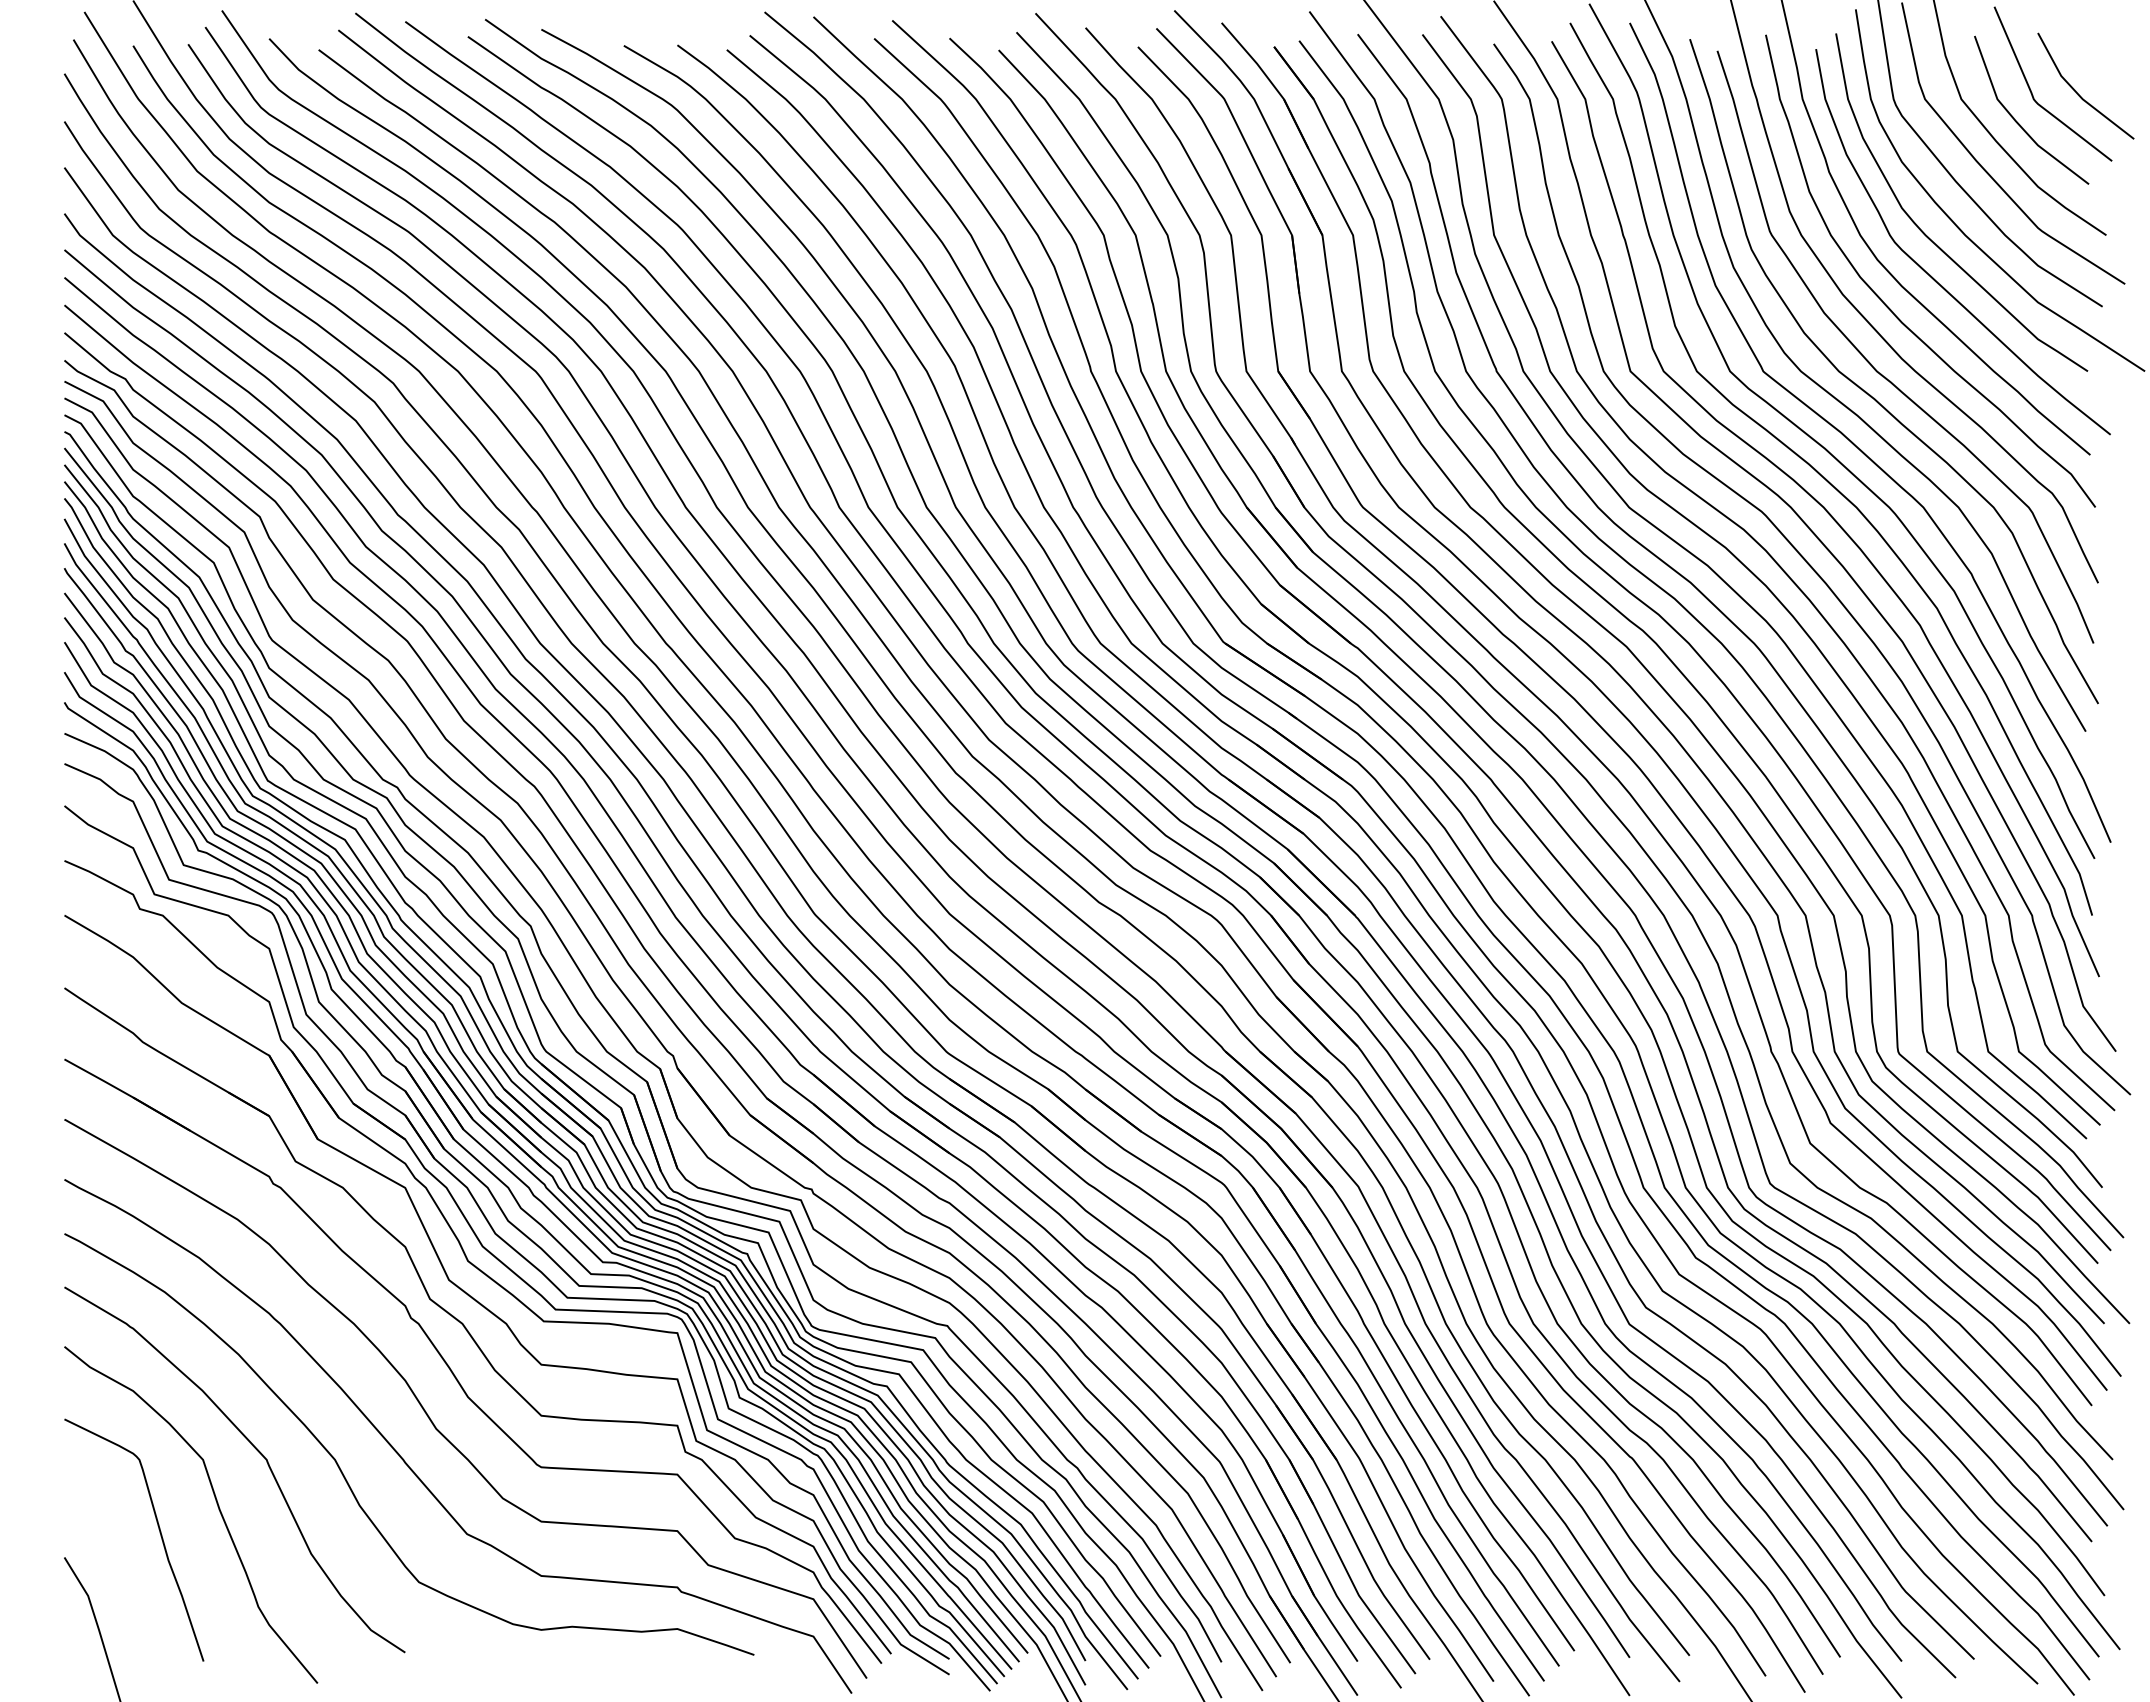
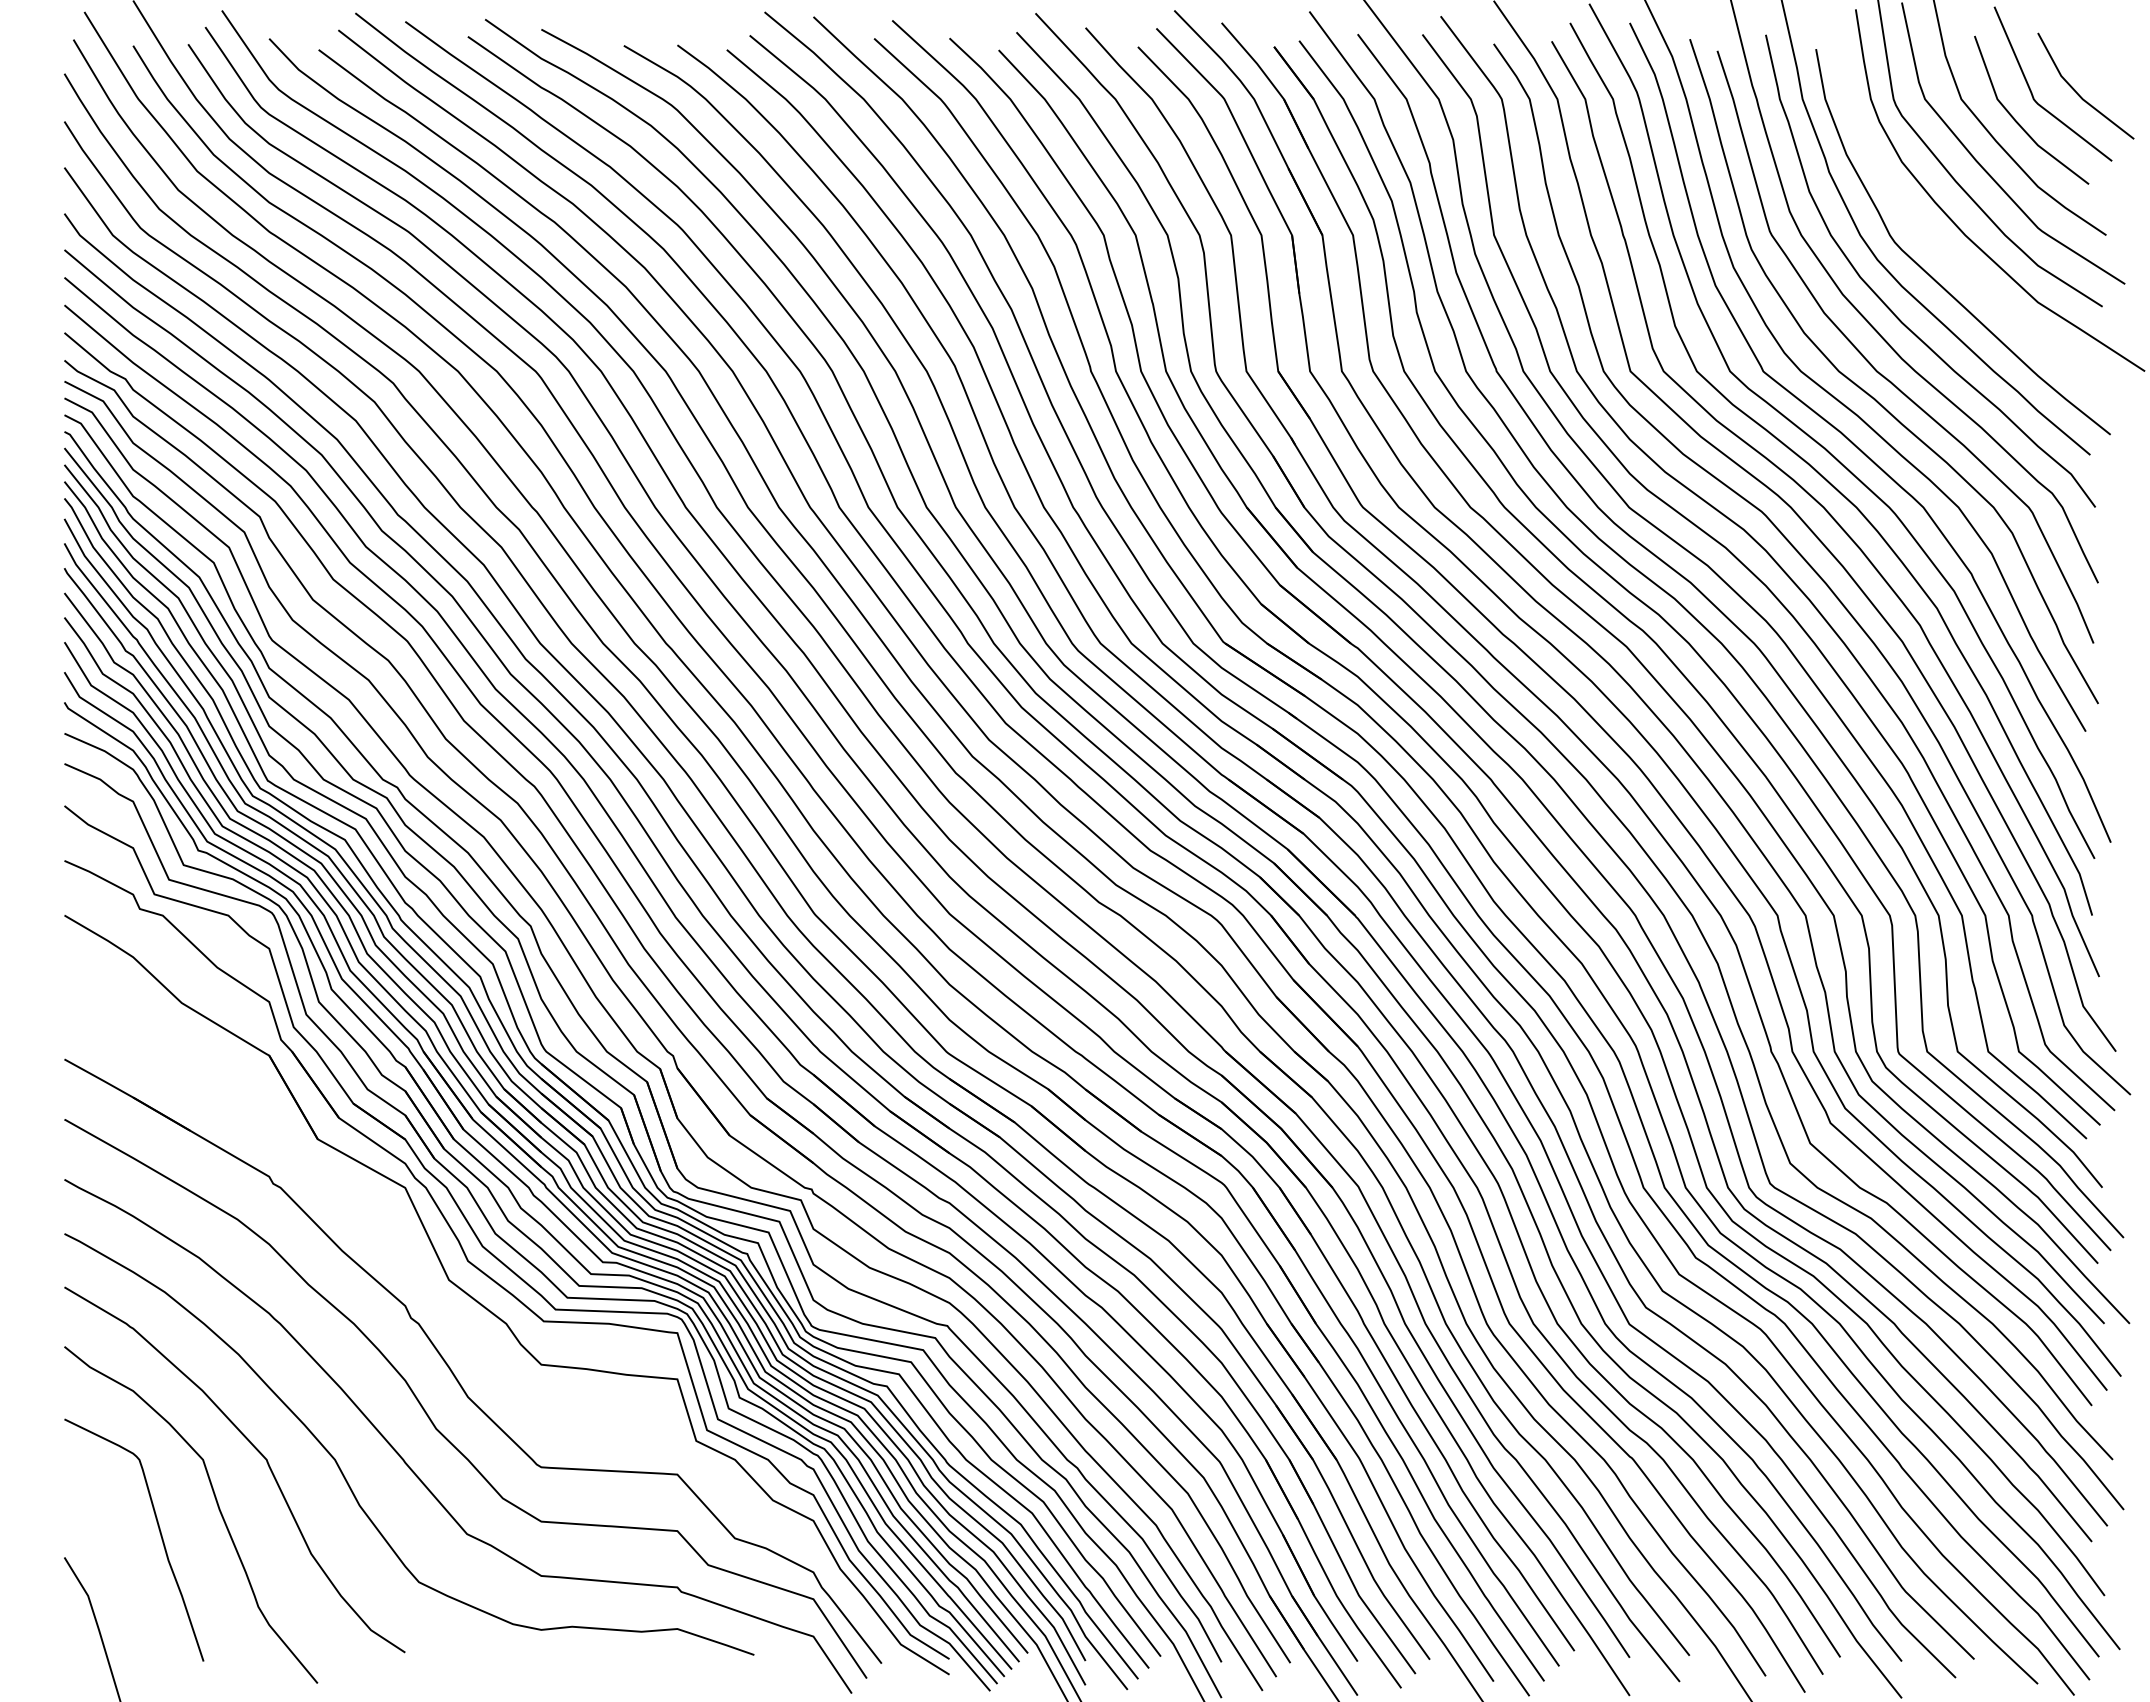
curve at (1927, 235): present -> none
part at (466, 1327): present -> none
